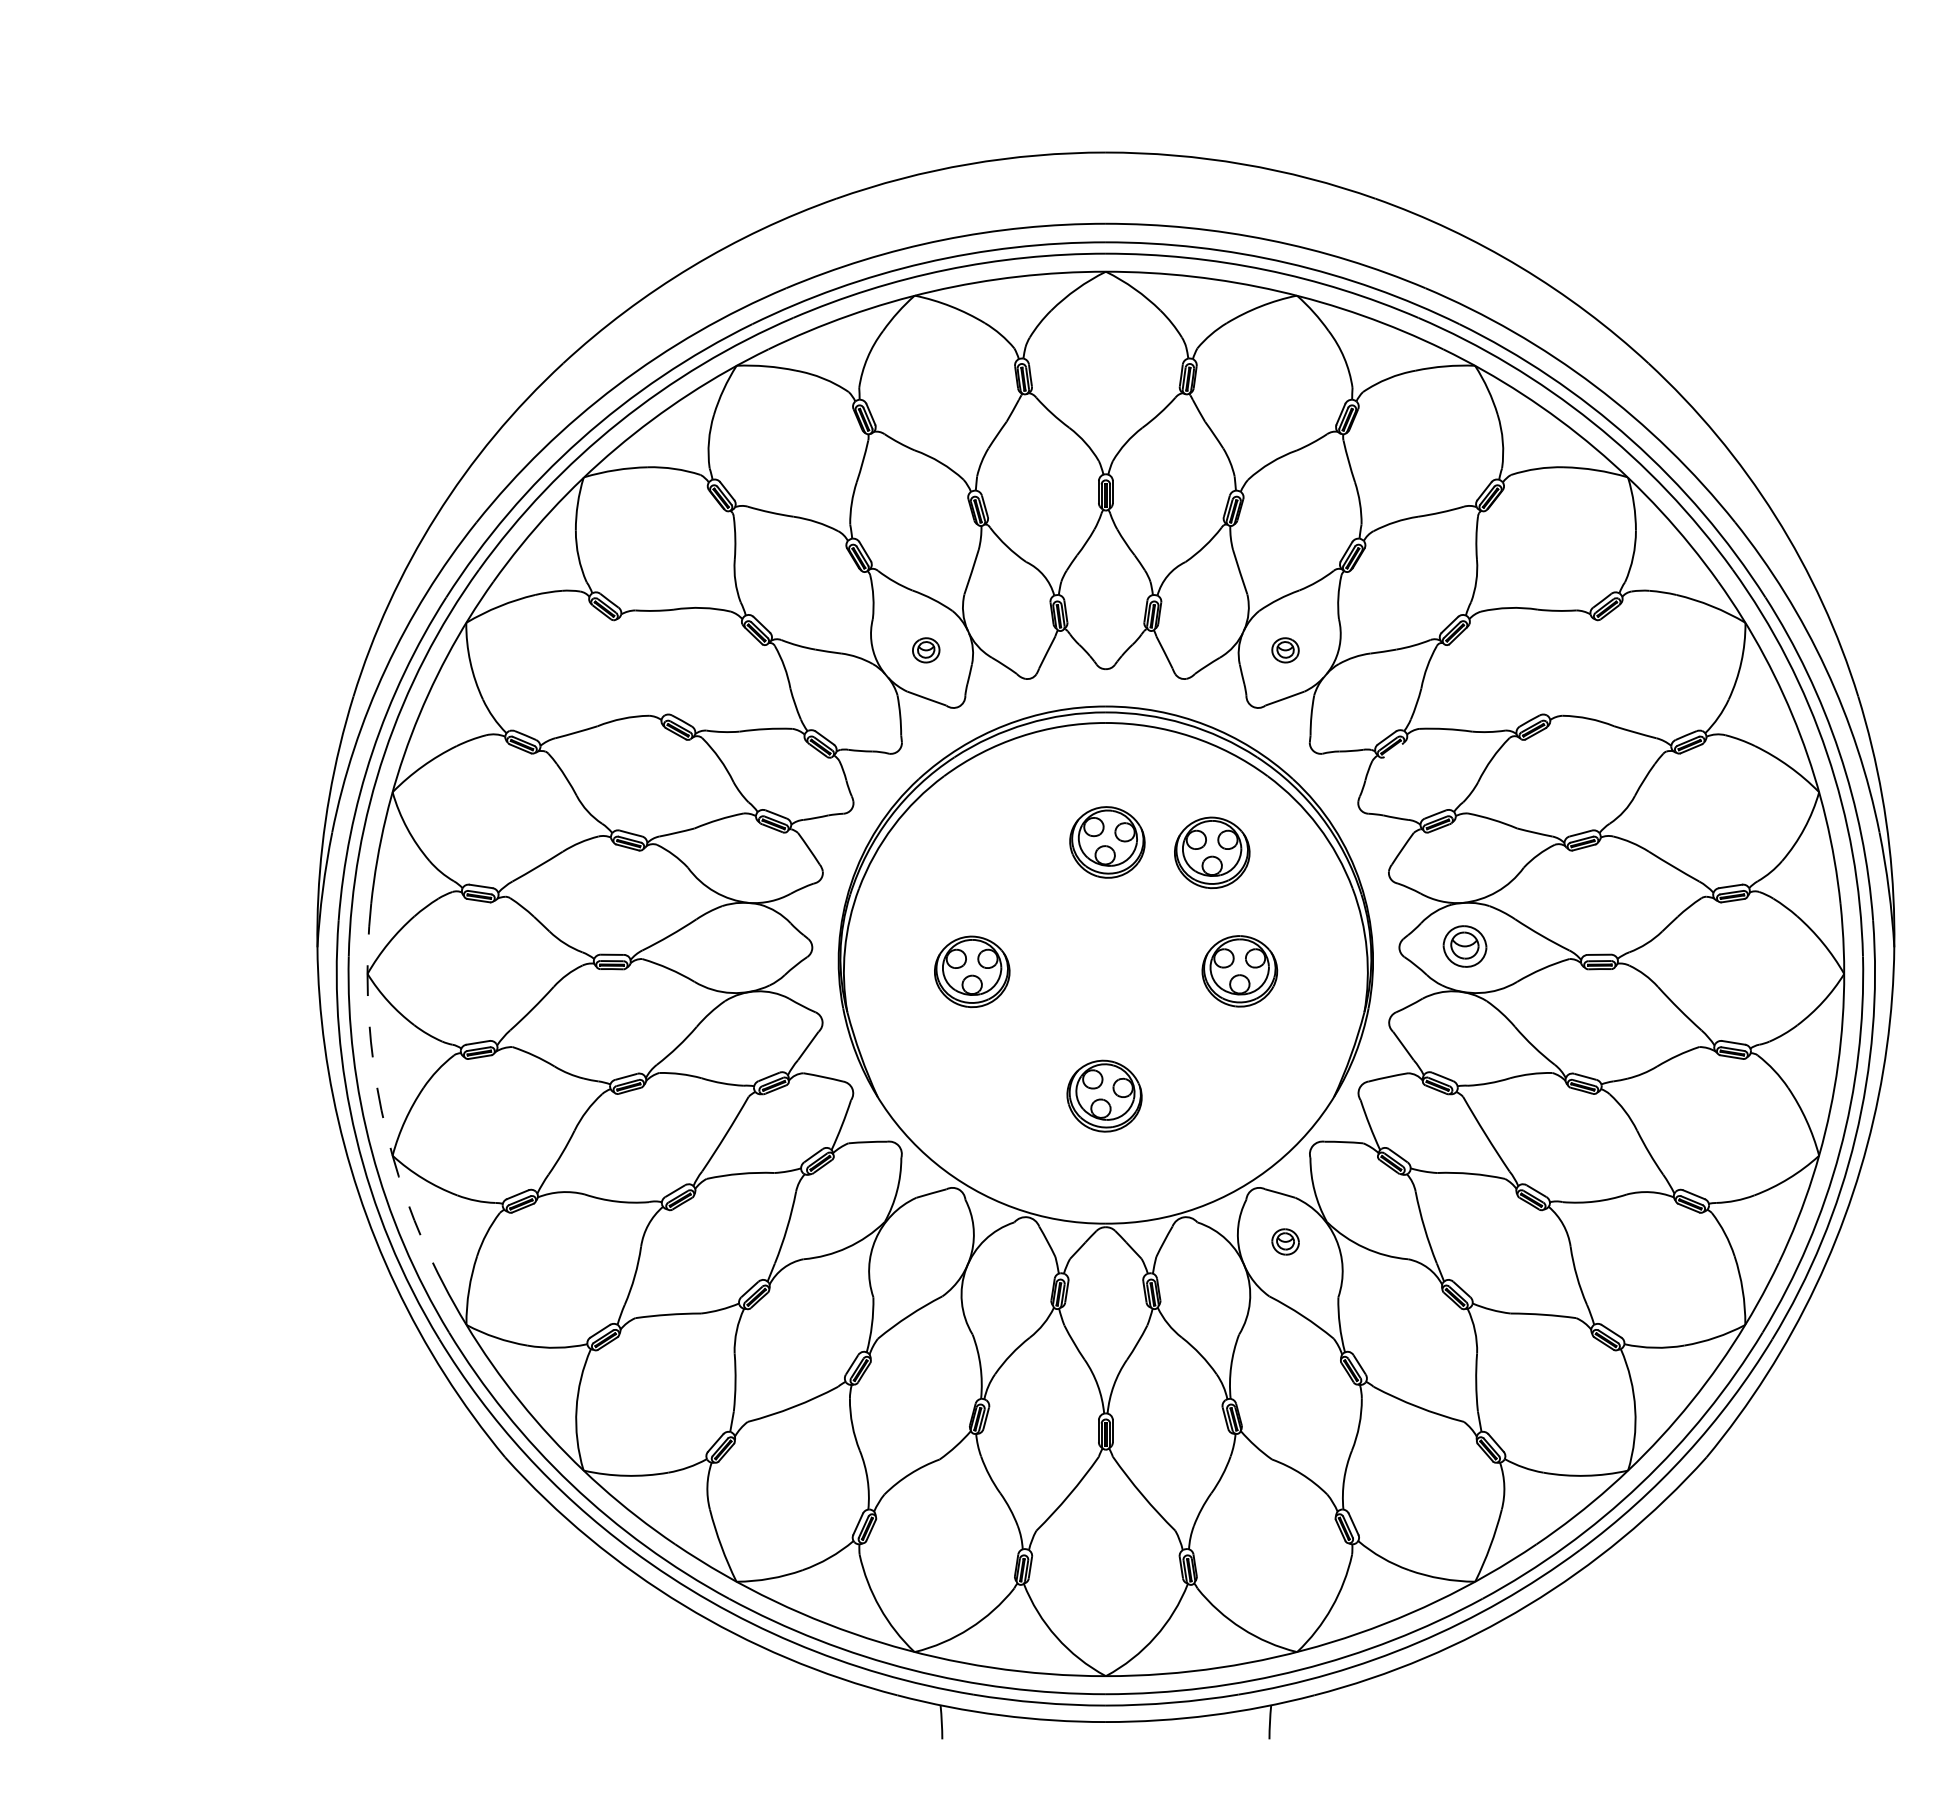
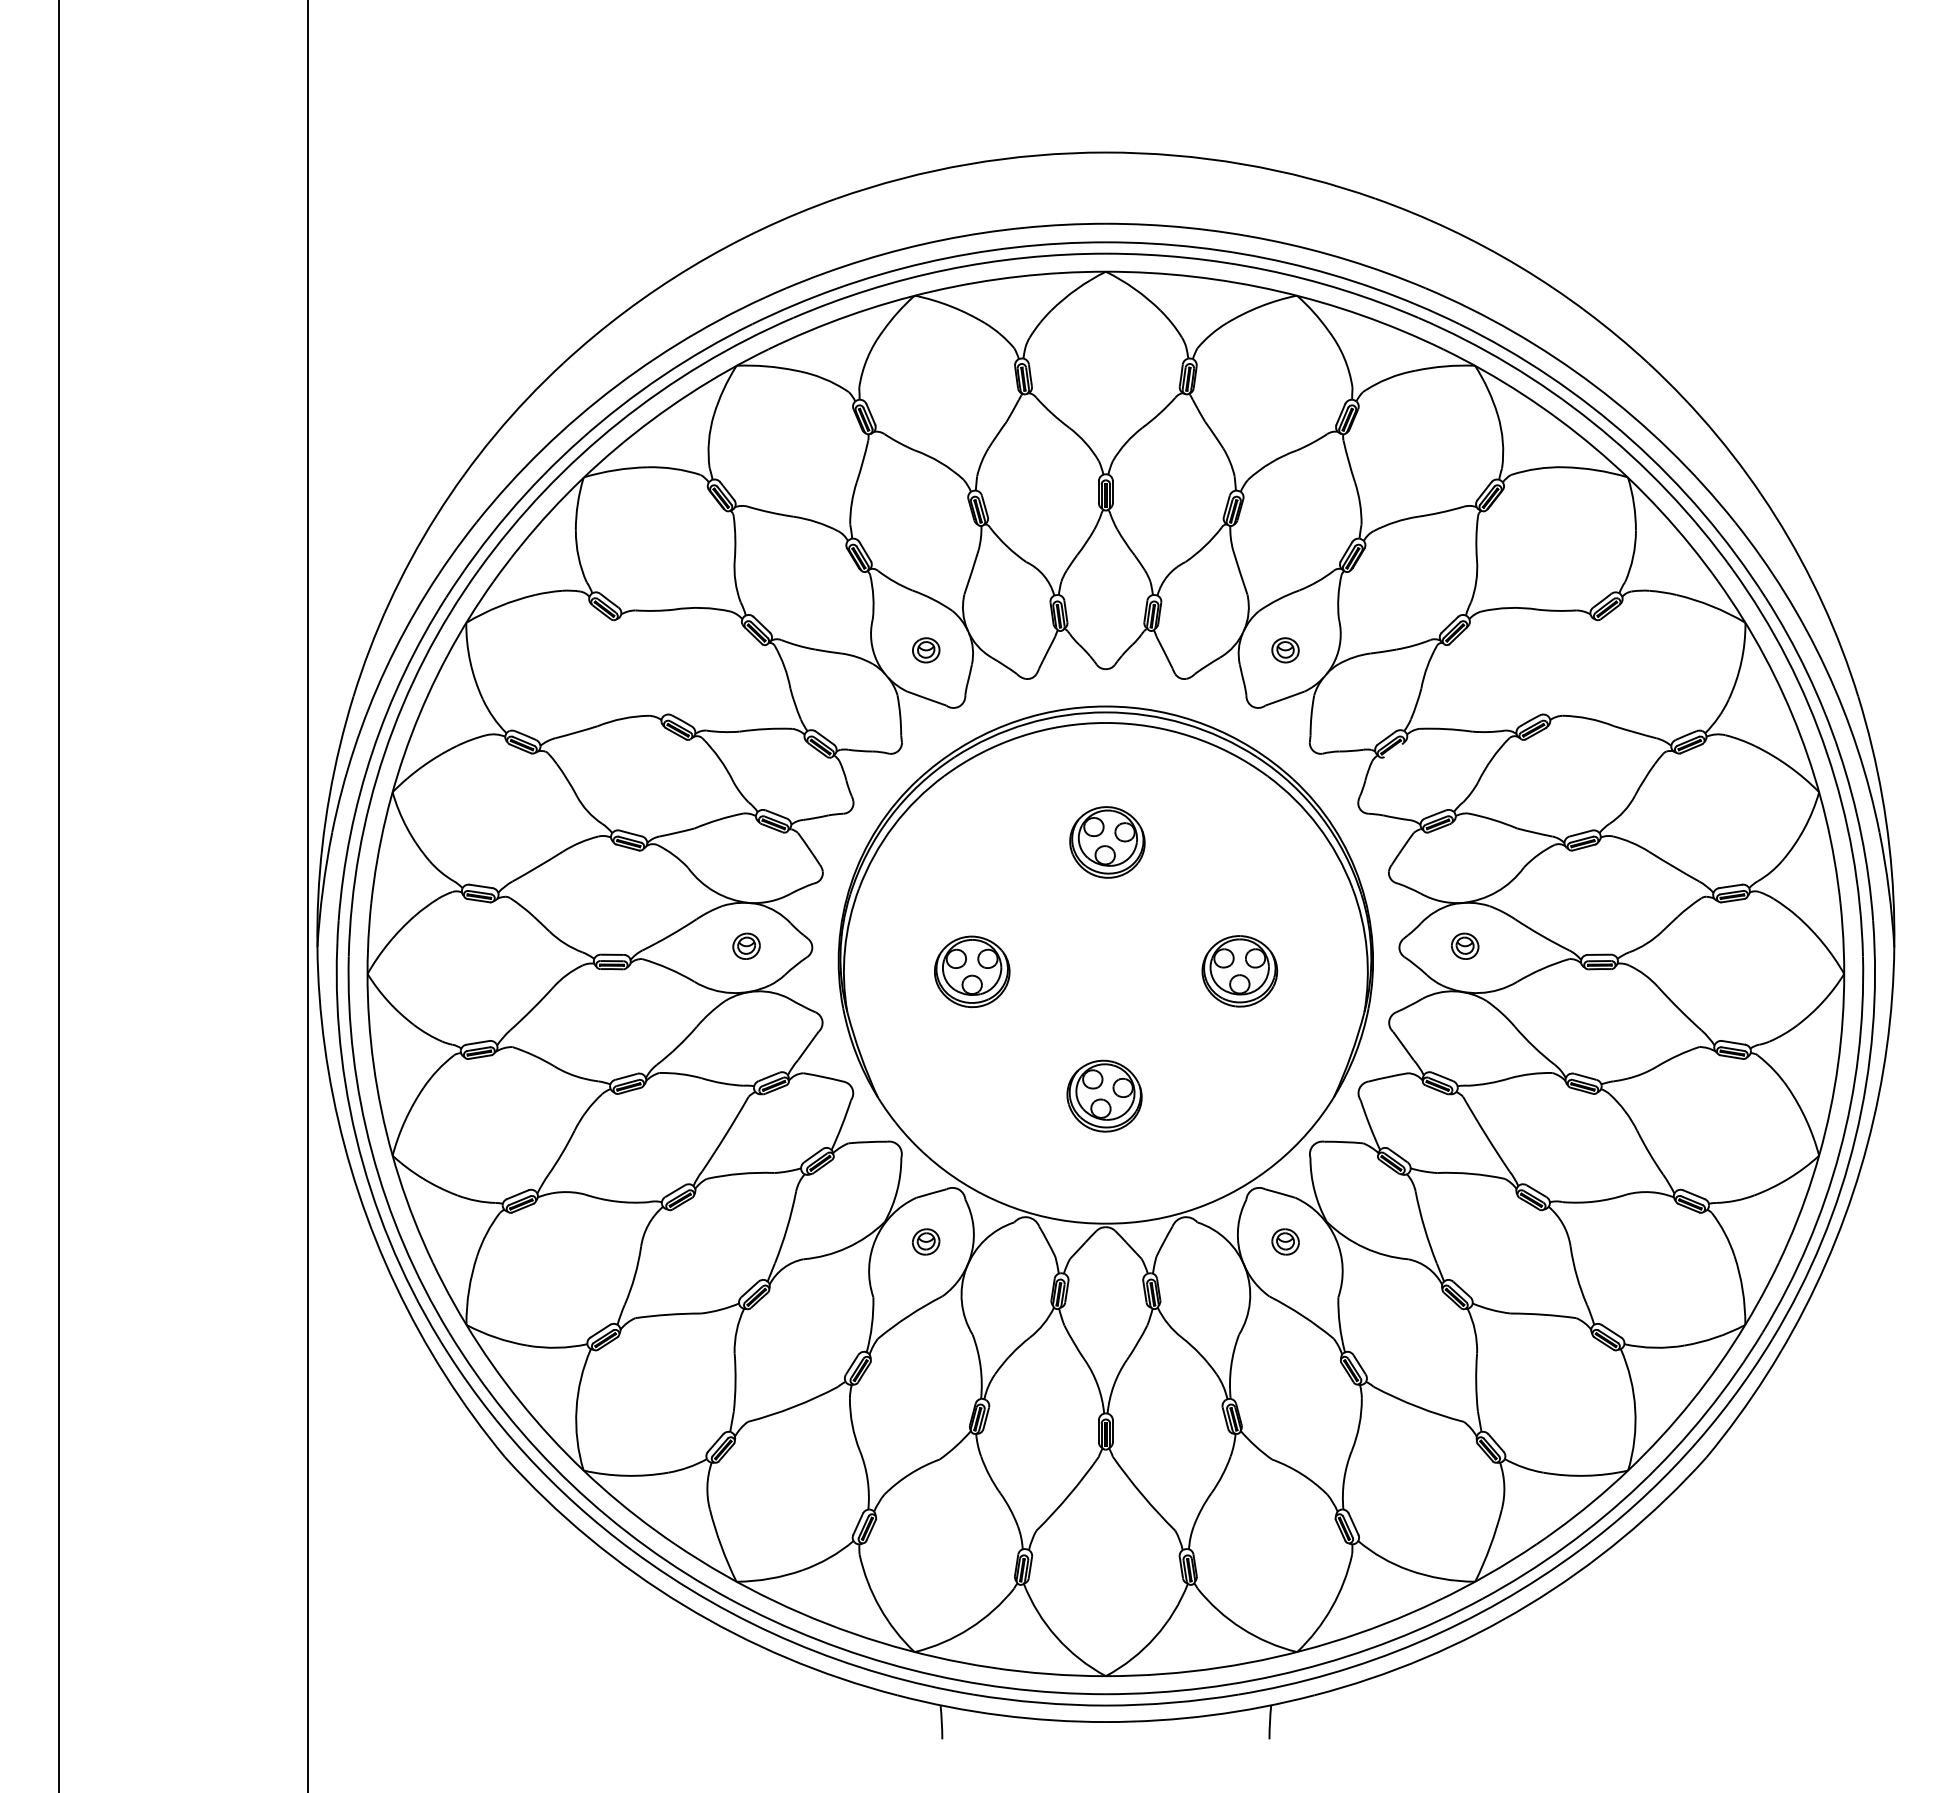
part at (1212, 852): present -> none
line at (58, 895): none -> present
line at (308, 895): none -> present
part at (746, 945): none -> present
part at (1464, 946) size: 46x43 px -> 29x28 px
arc at (377, 1087): dashed -> solid
part at (926, 1241): none -> present
